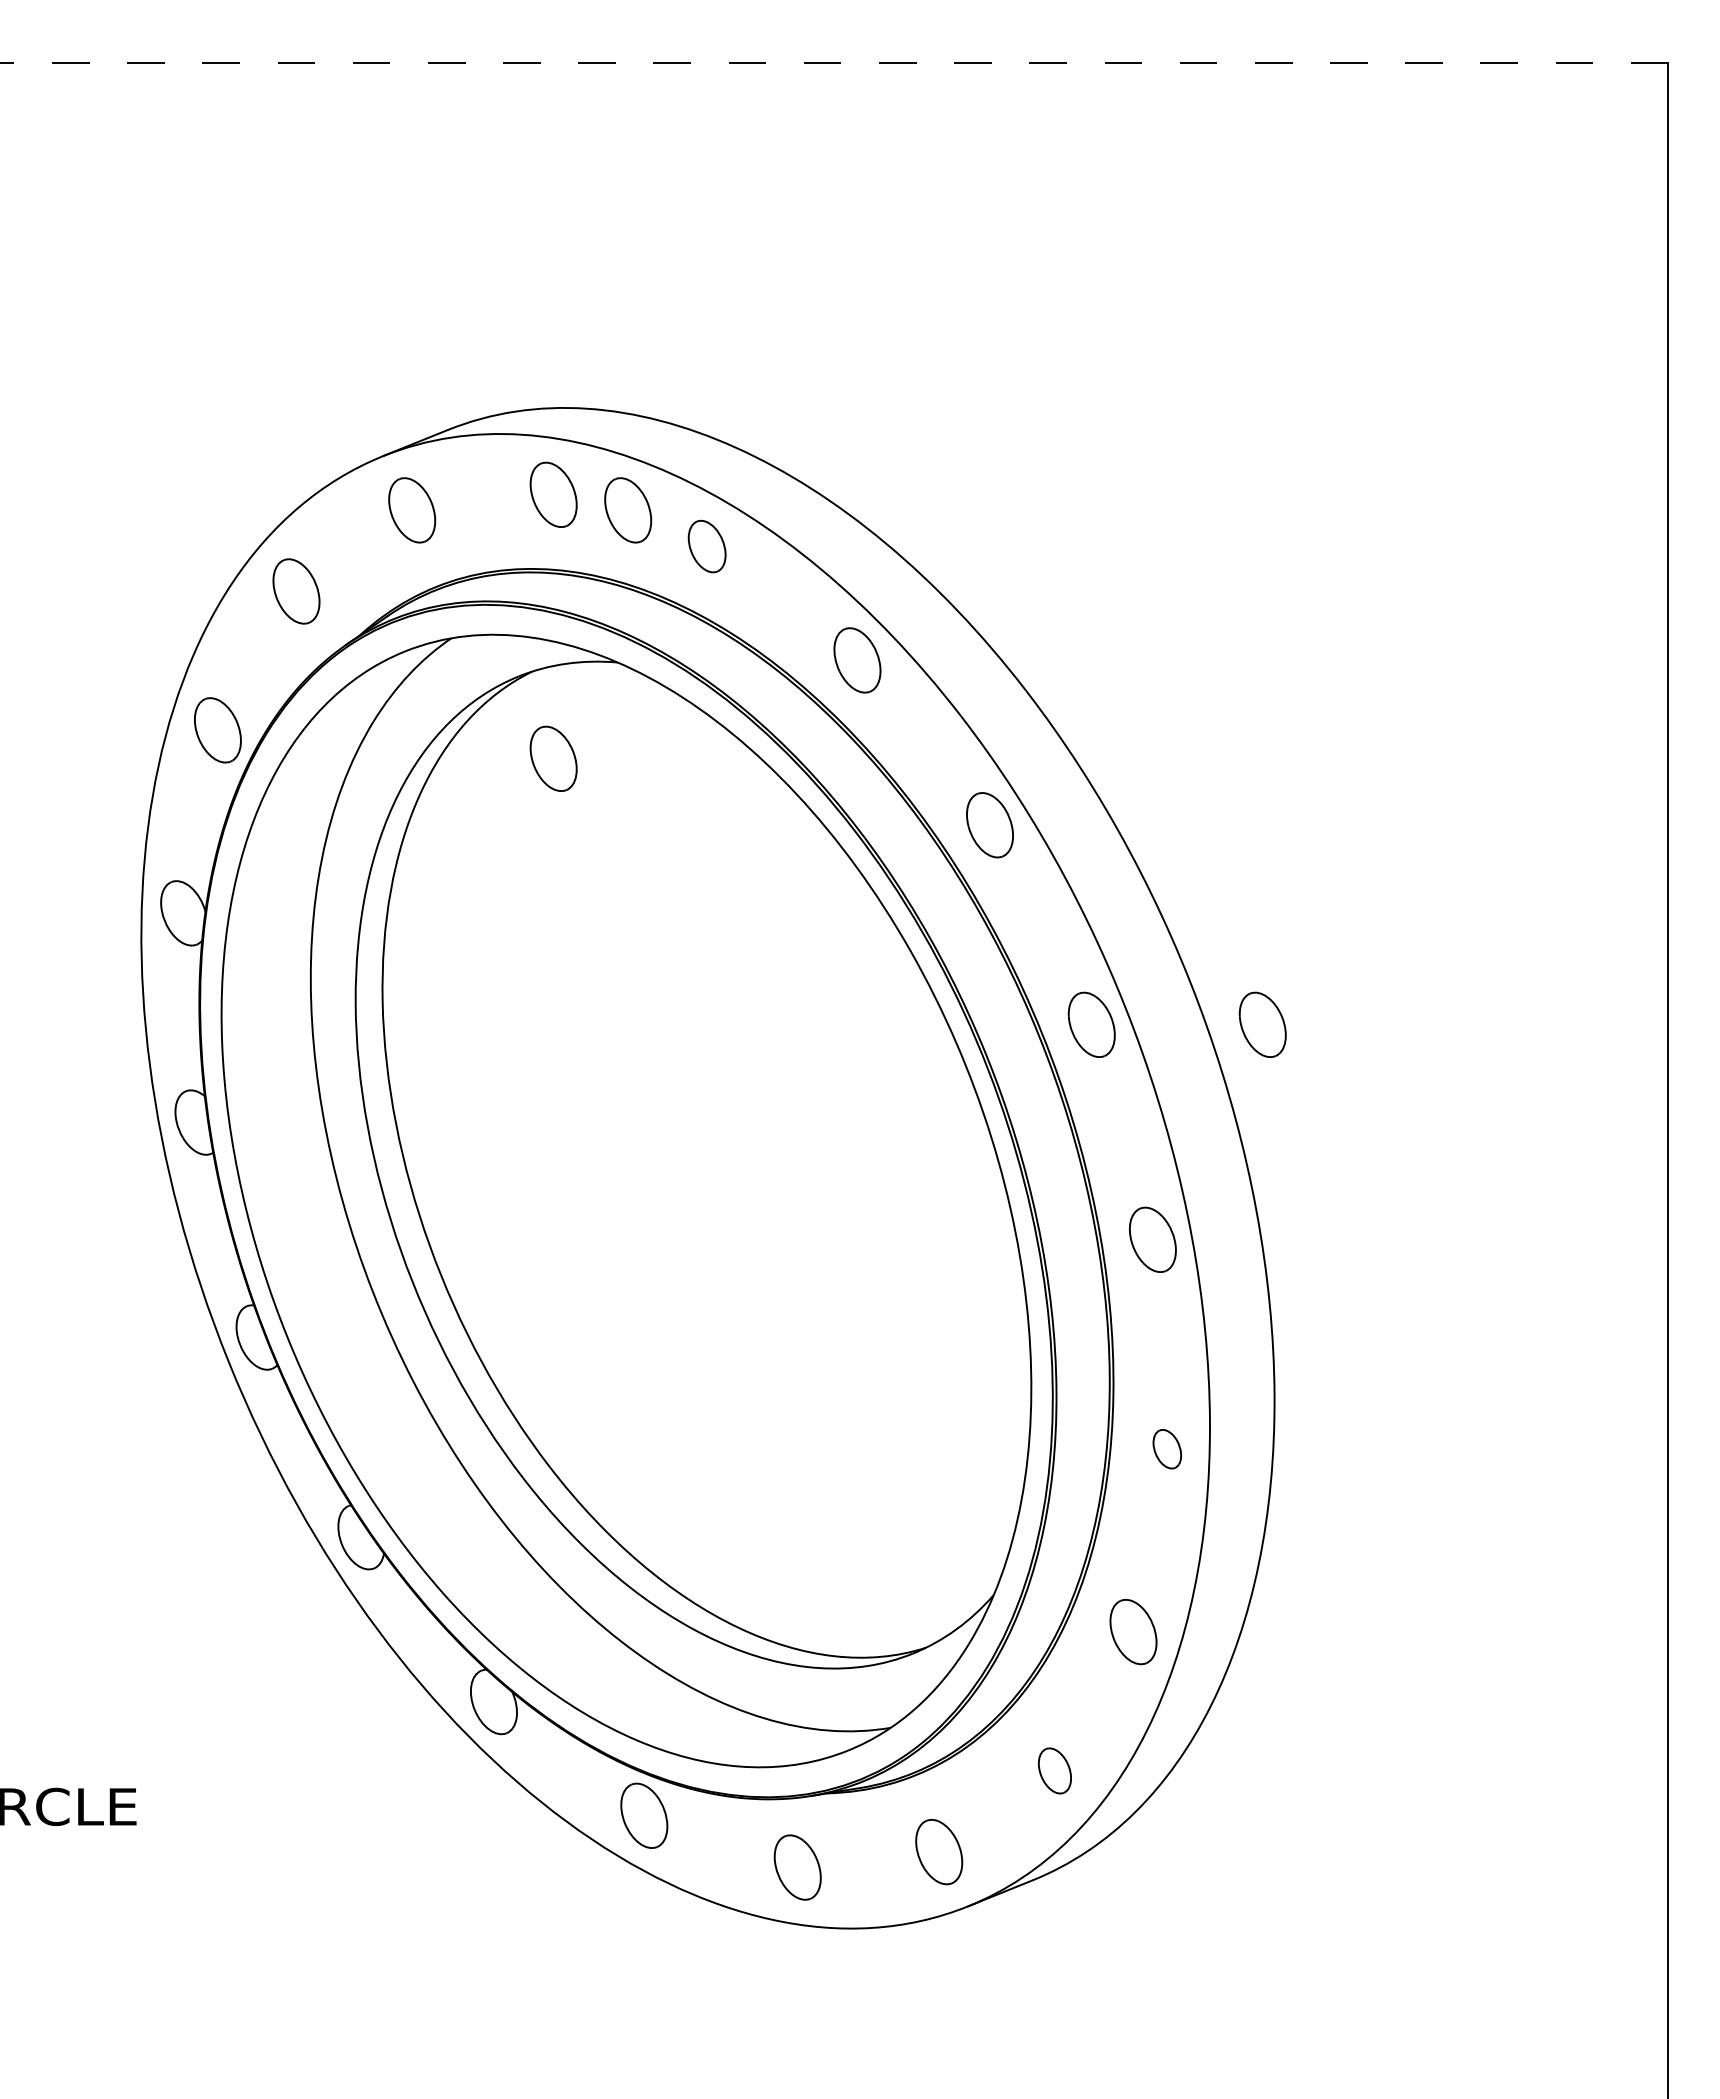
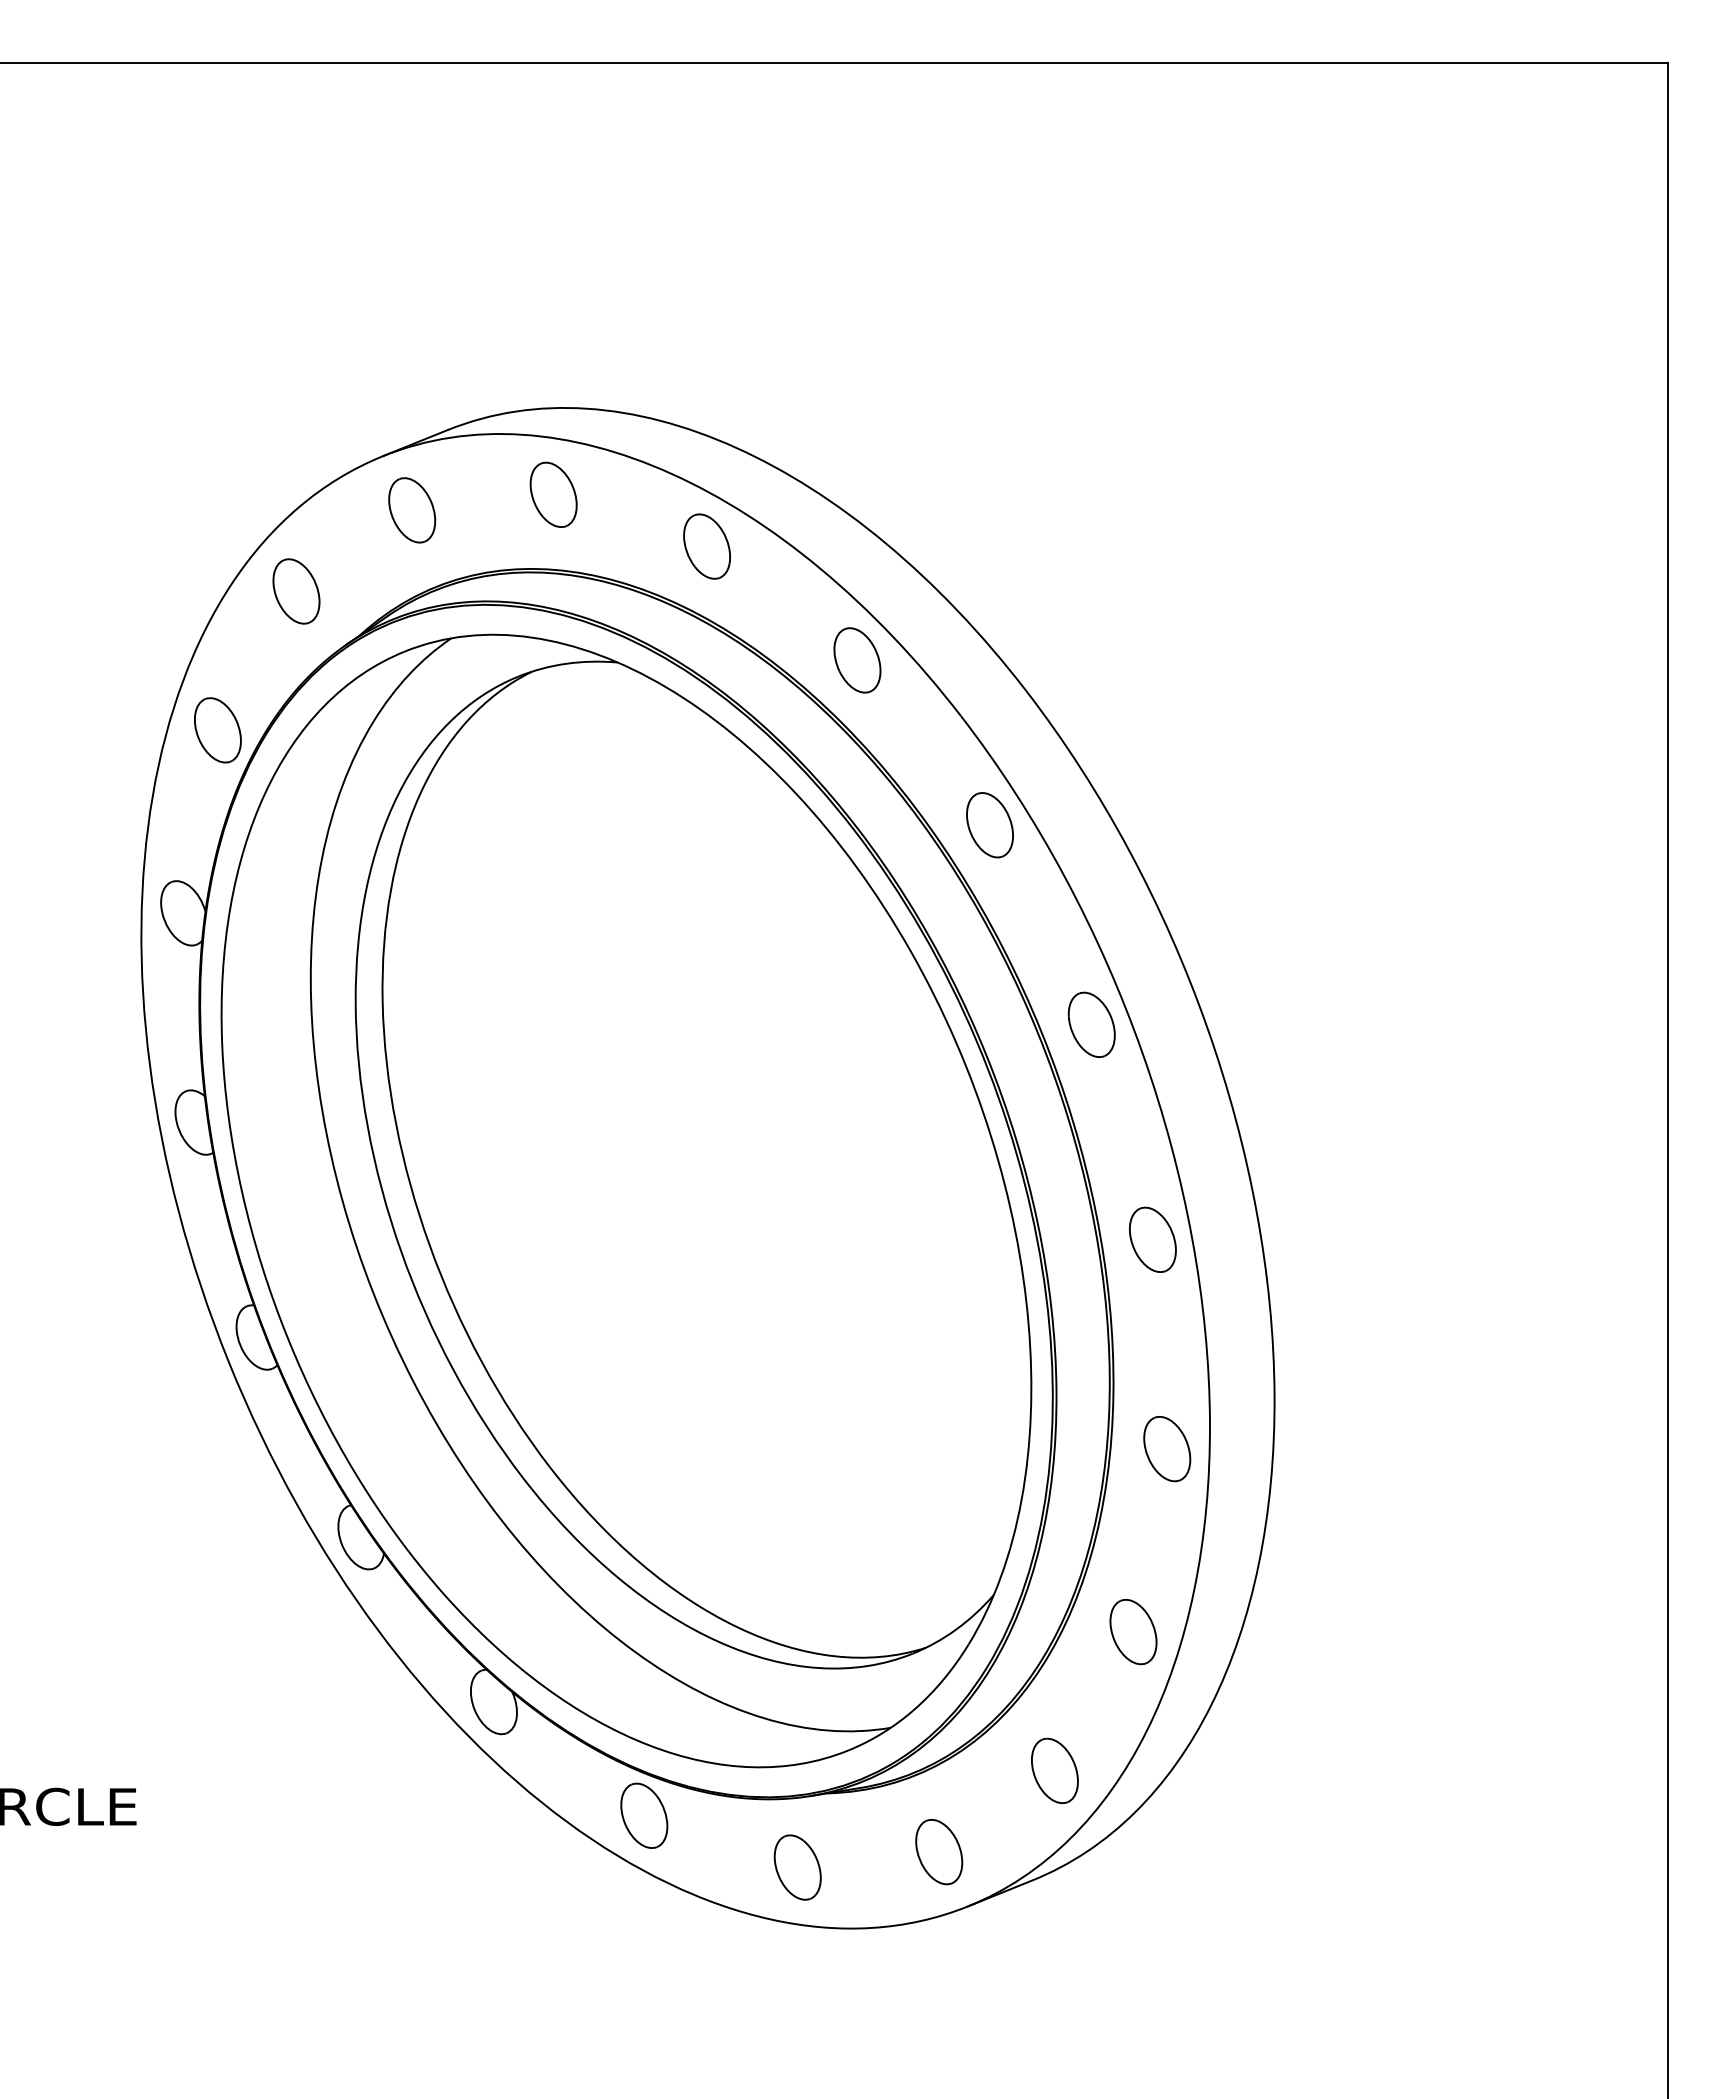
line at (834, 62): dashed -> solid
part at (628, 510): present -> none
part at (706, 546) size: 40x55 px -> 49x67 px
part at (553, 758): present -> none
part at (1262, 1024): present -> none
part at (1167, 1449) size: 31x41 px -> 49x67 px
part at (1054, 1770) size: 34x48 px -> 48x68 px
